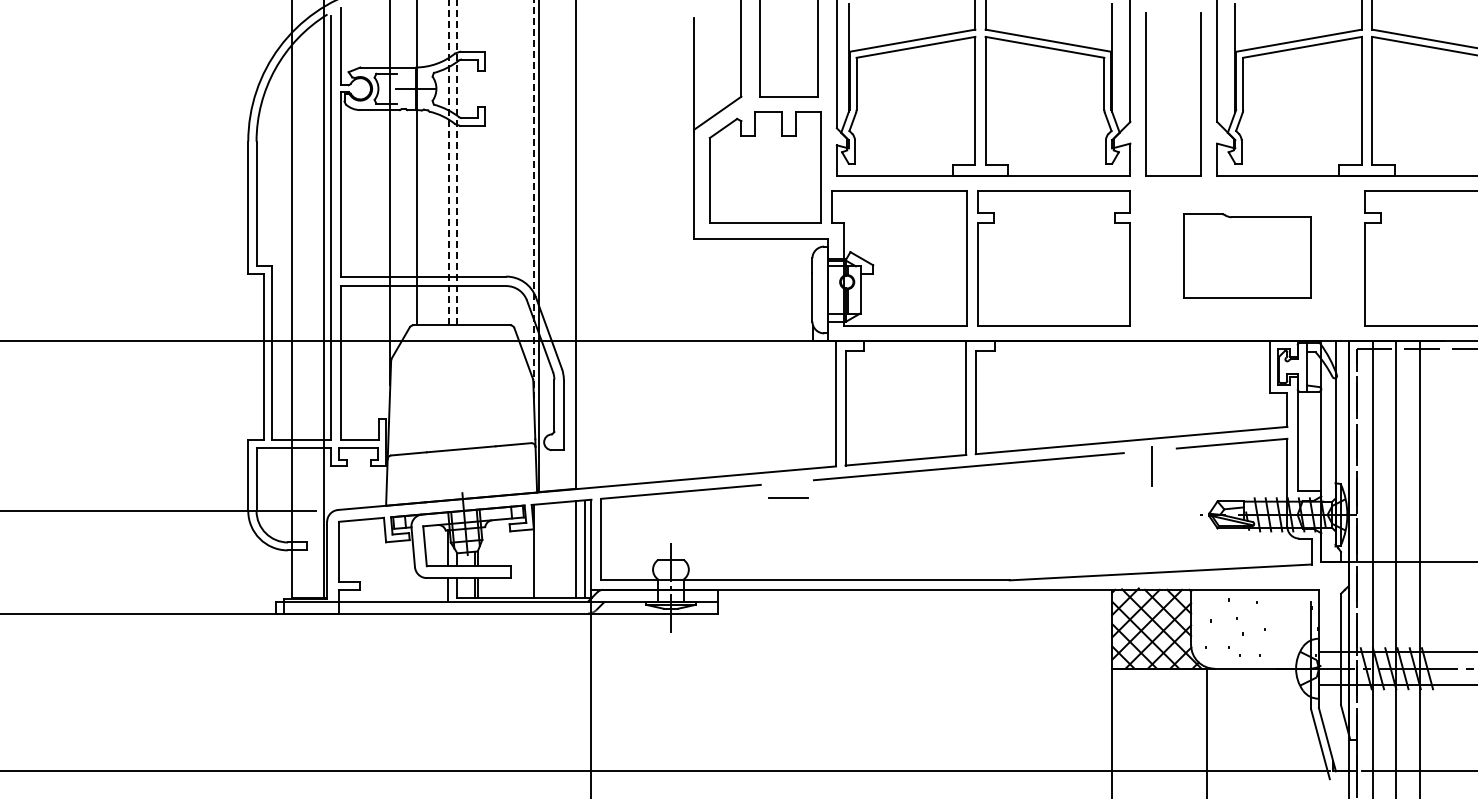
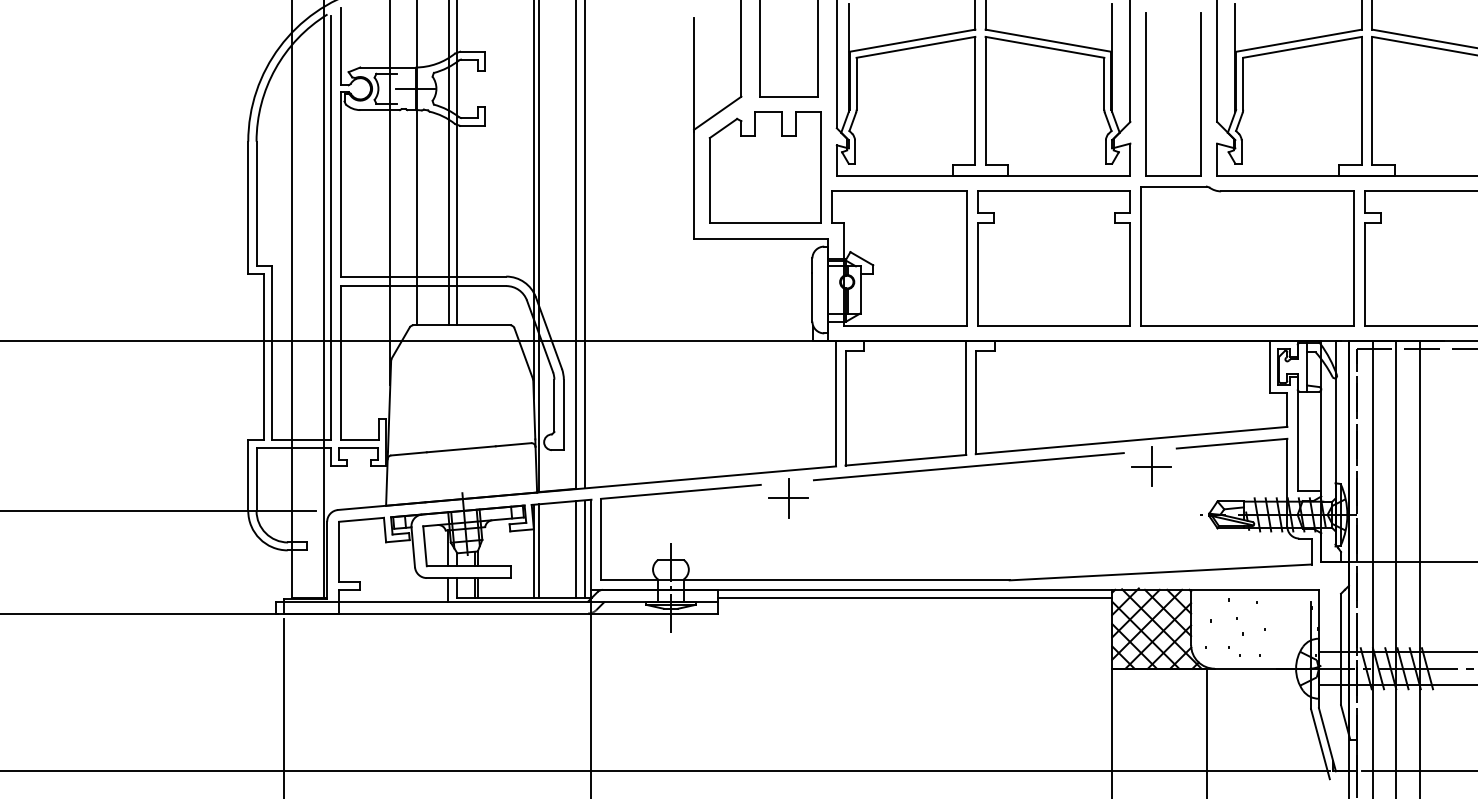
line at (449, 162): dashed -> solid
line at (457, 162): dashed -> solid
line at (533, 199): dashed -> solid
line at (585, 245): none -> present
part at (1247, 255) size: 129x86 px -> 215x142 px
line at (1151, 466): none -> present
line at (788, 498): none -> present
line at (538, 550): none -> present
line at (915, 597): none -> present
line at (283, 707): none -> present
